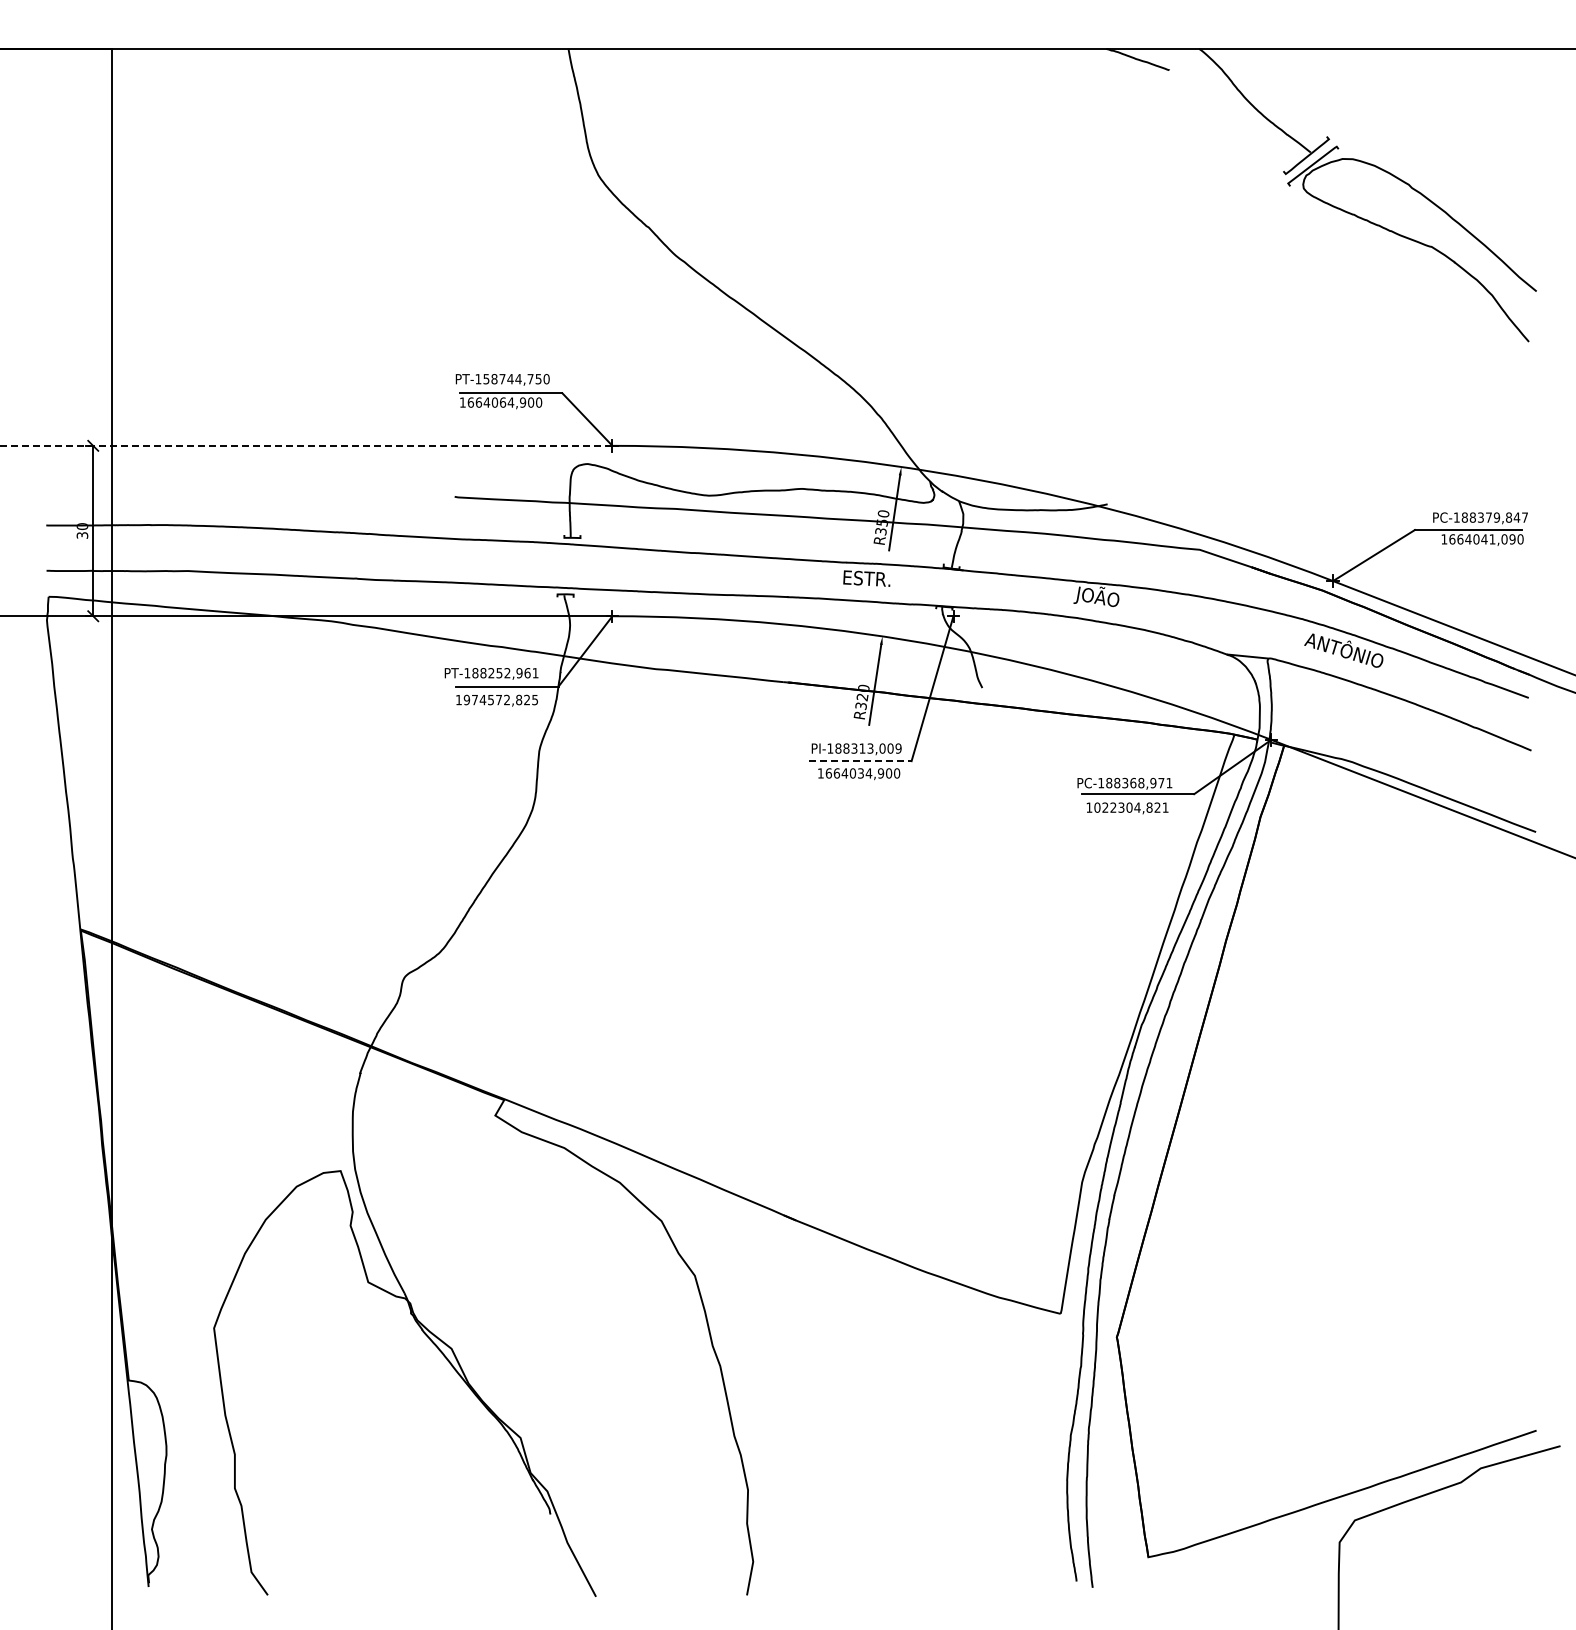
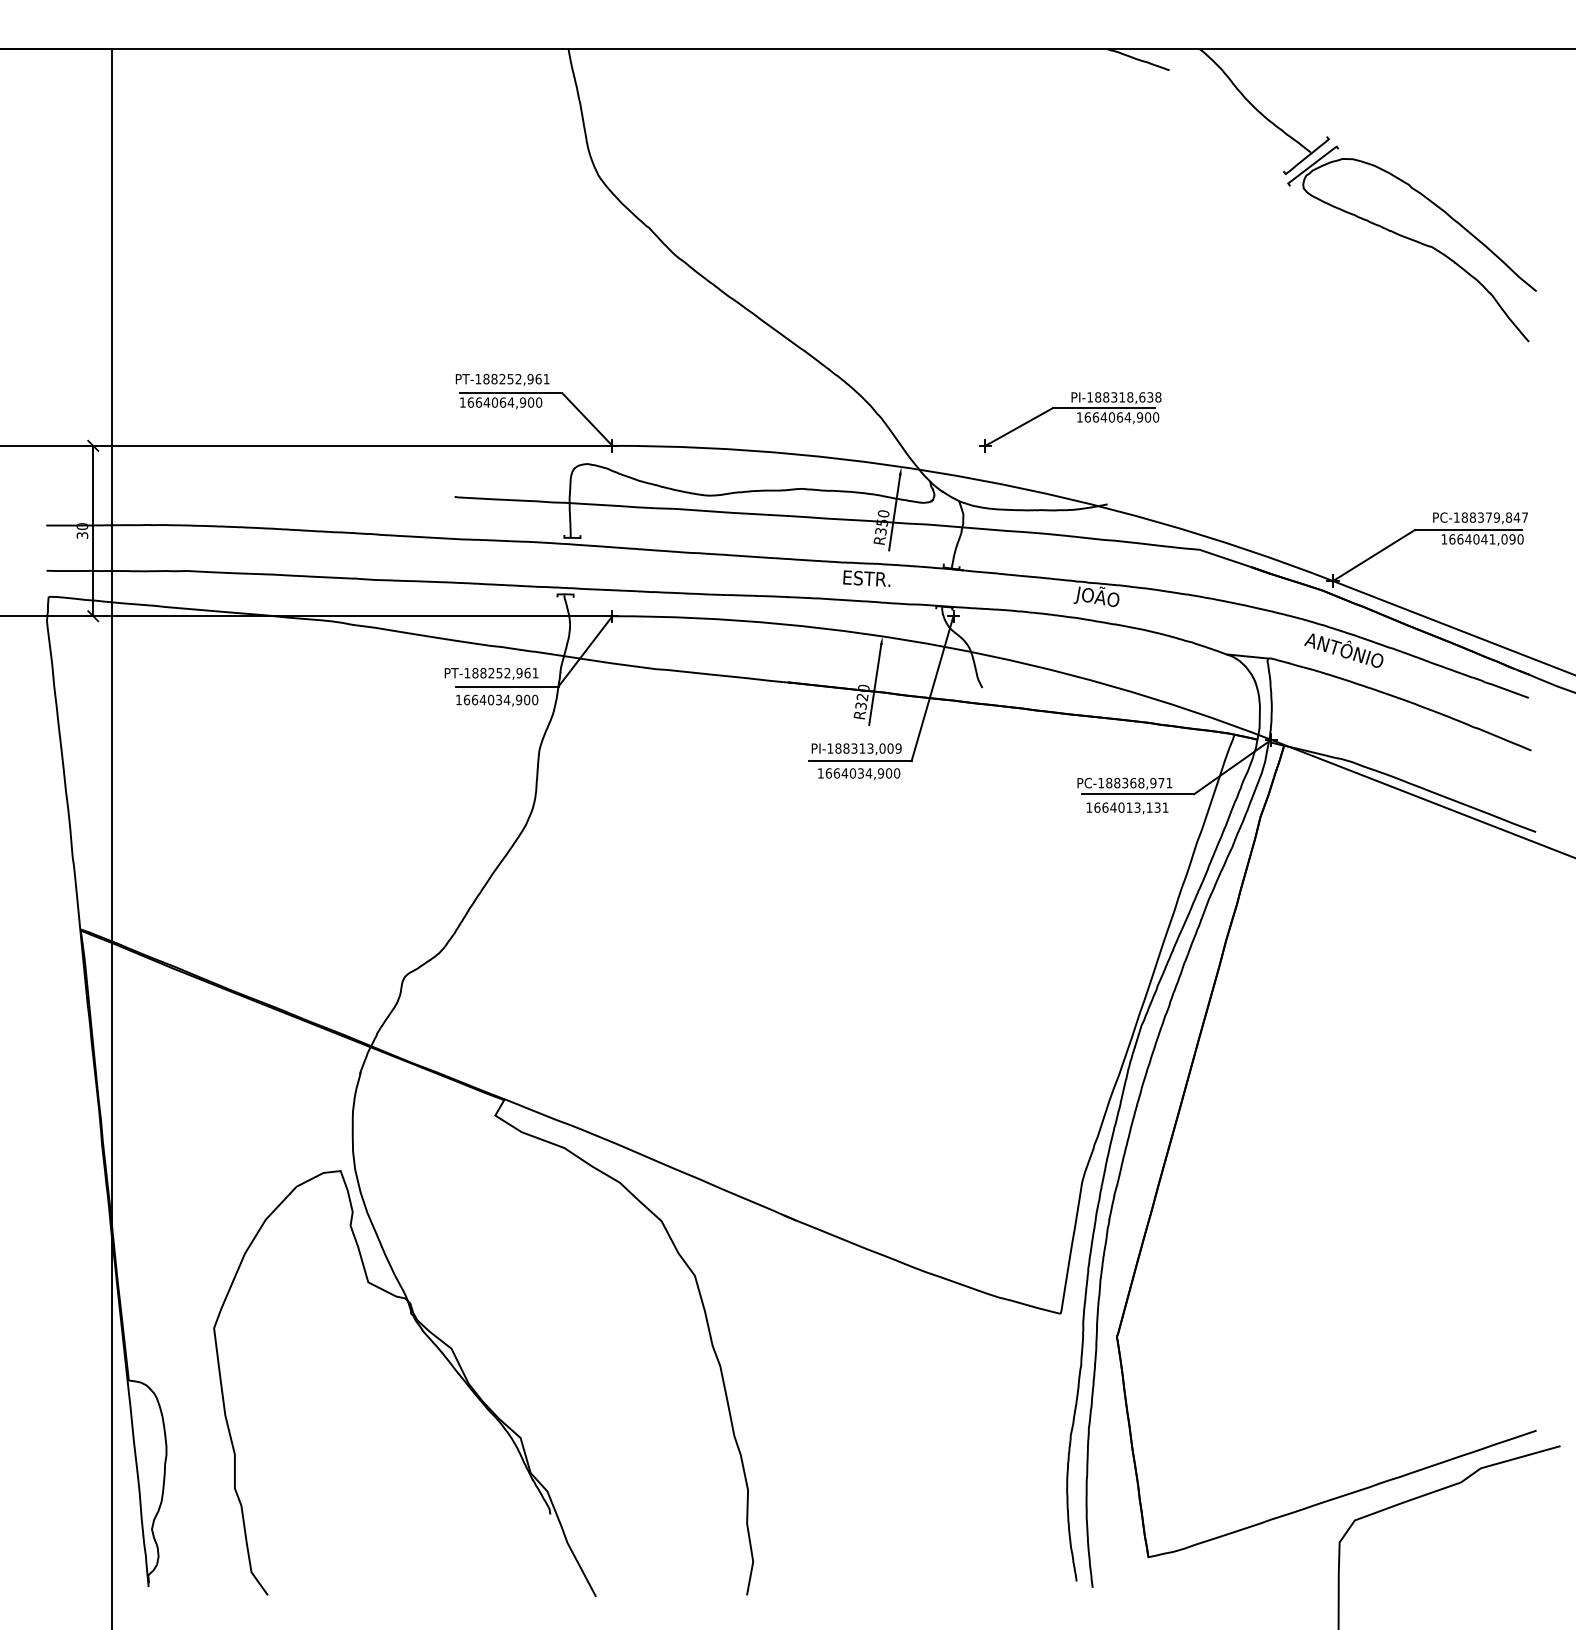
text at (516, 379): PT-158744,750 -> PT-188252,961
part at (1077, 422): none -> present
line at (306, 445): dashed -> solid
text at (500, 699): 1974572,825 -> 1664034,900
line at (860, 761): dashed -> solid
text at (1127, 807): 1022304,821 -> 1664013,131
